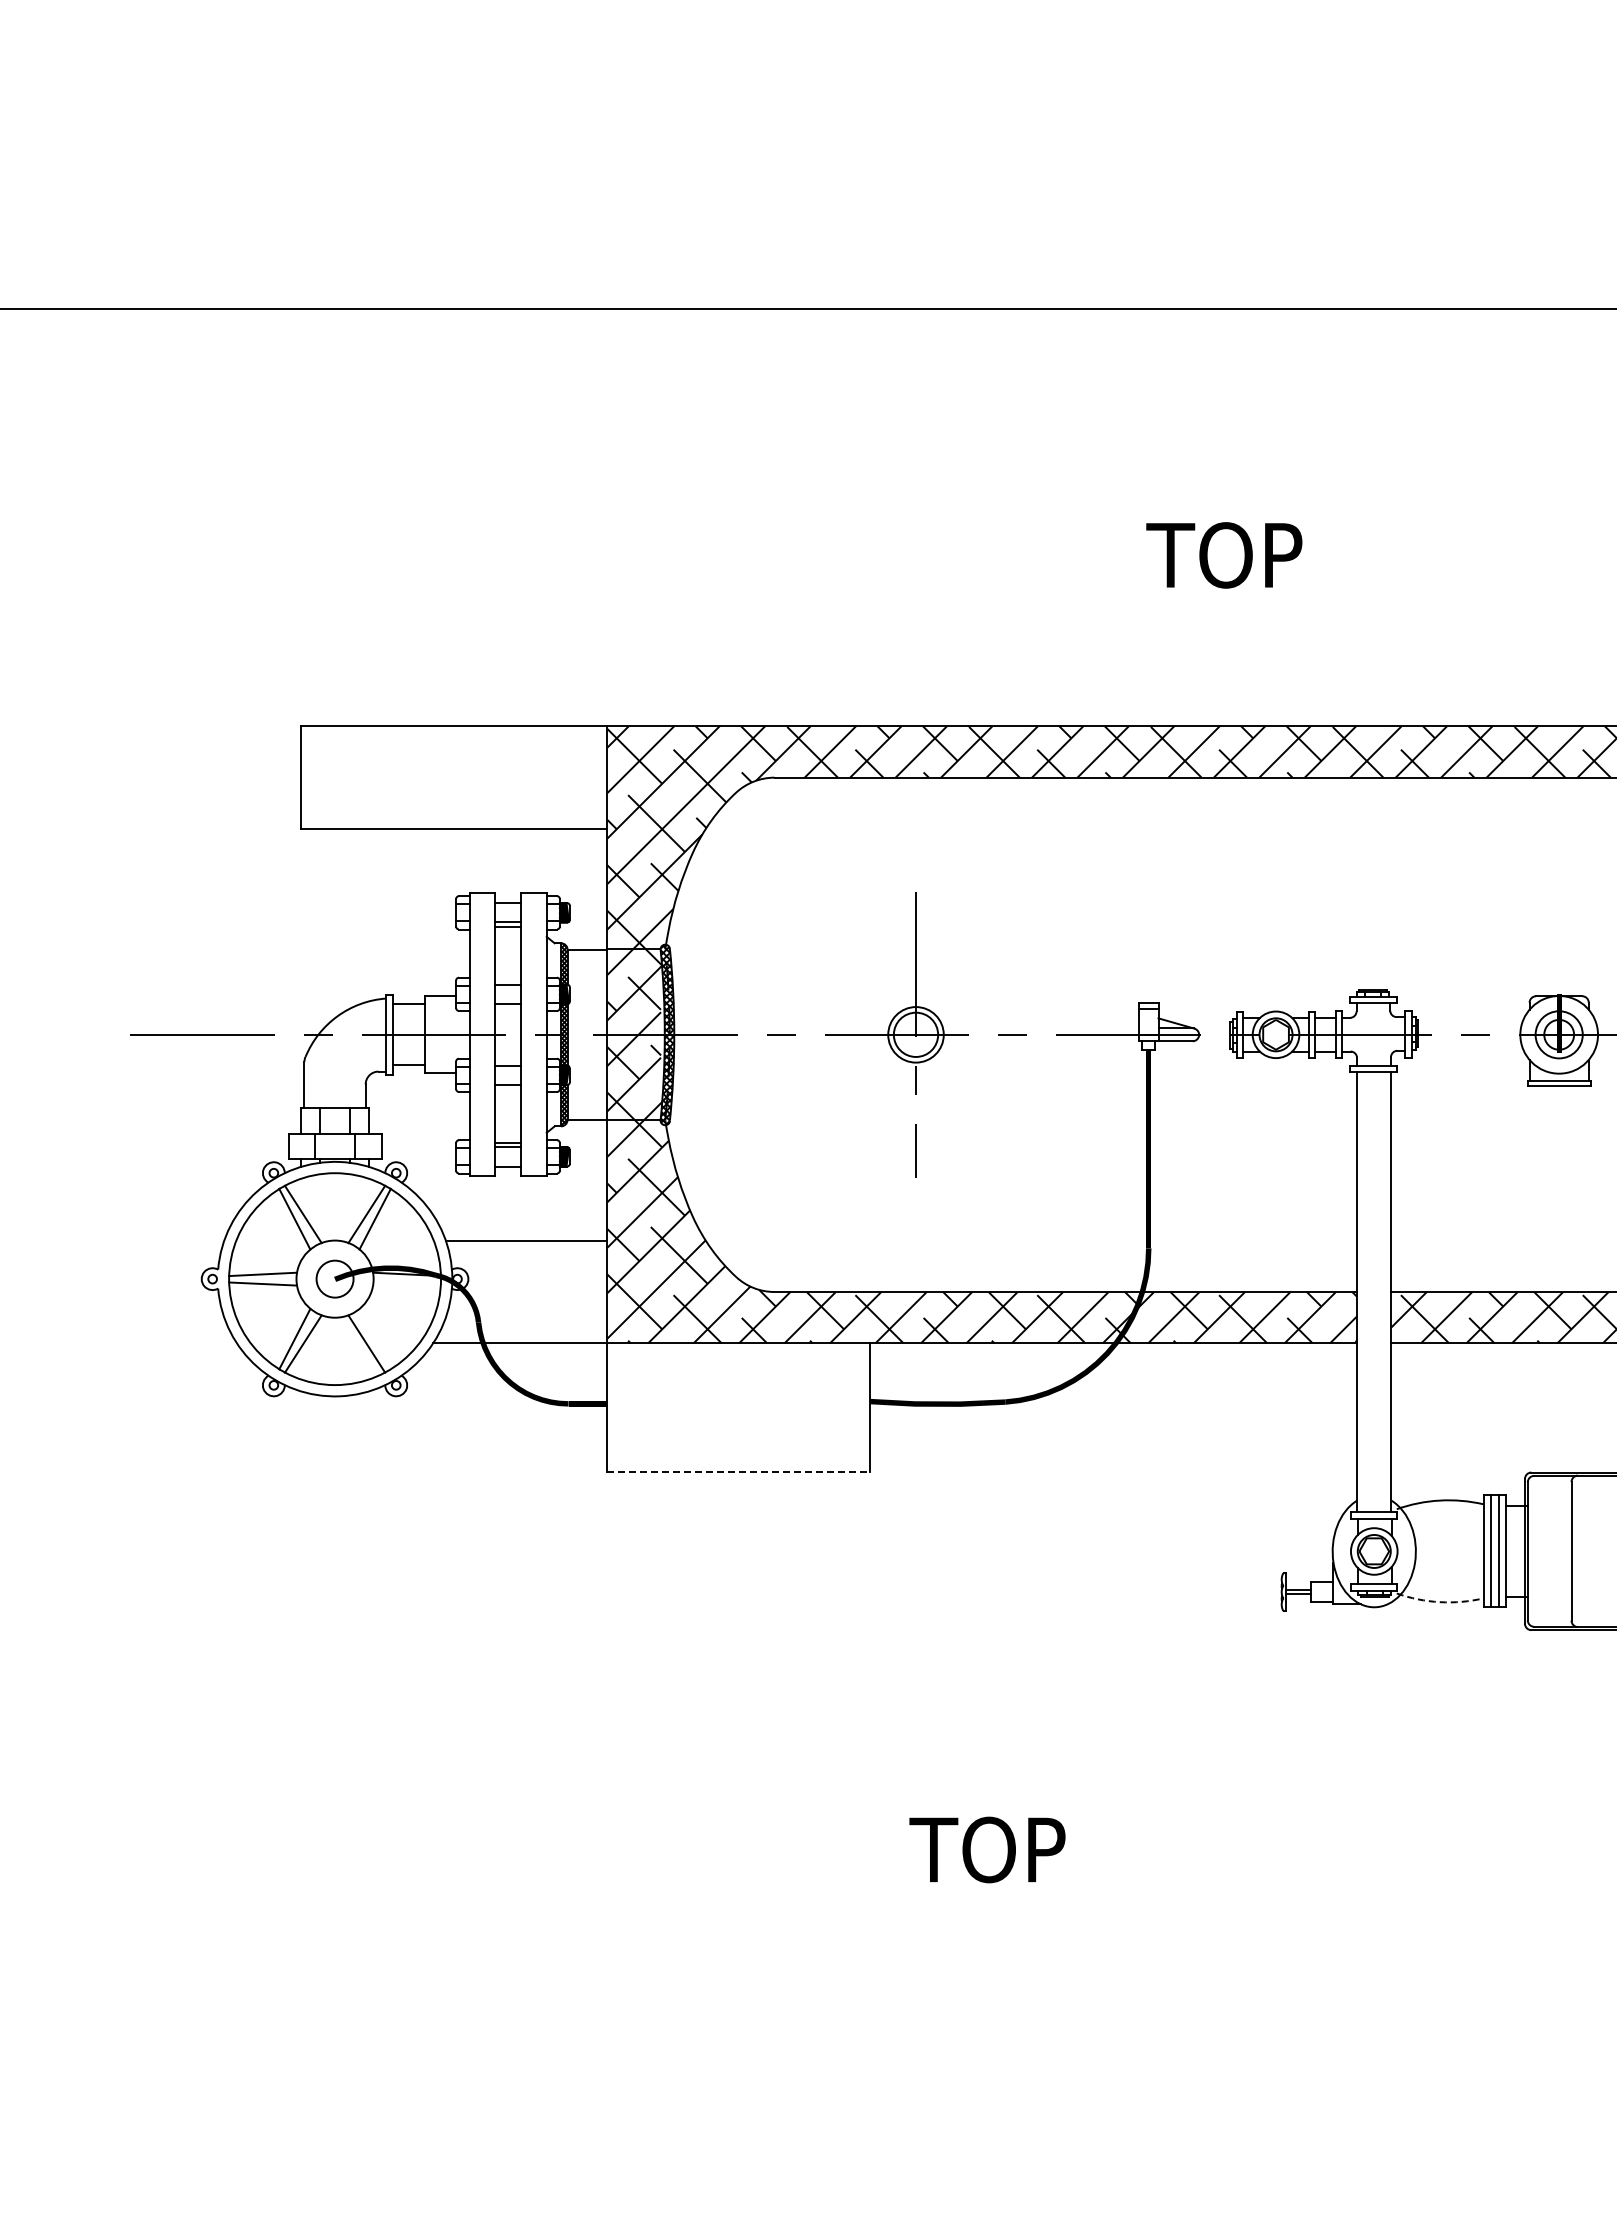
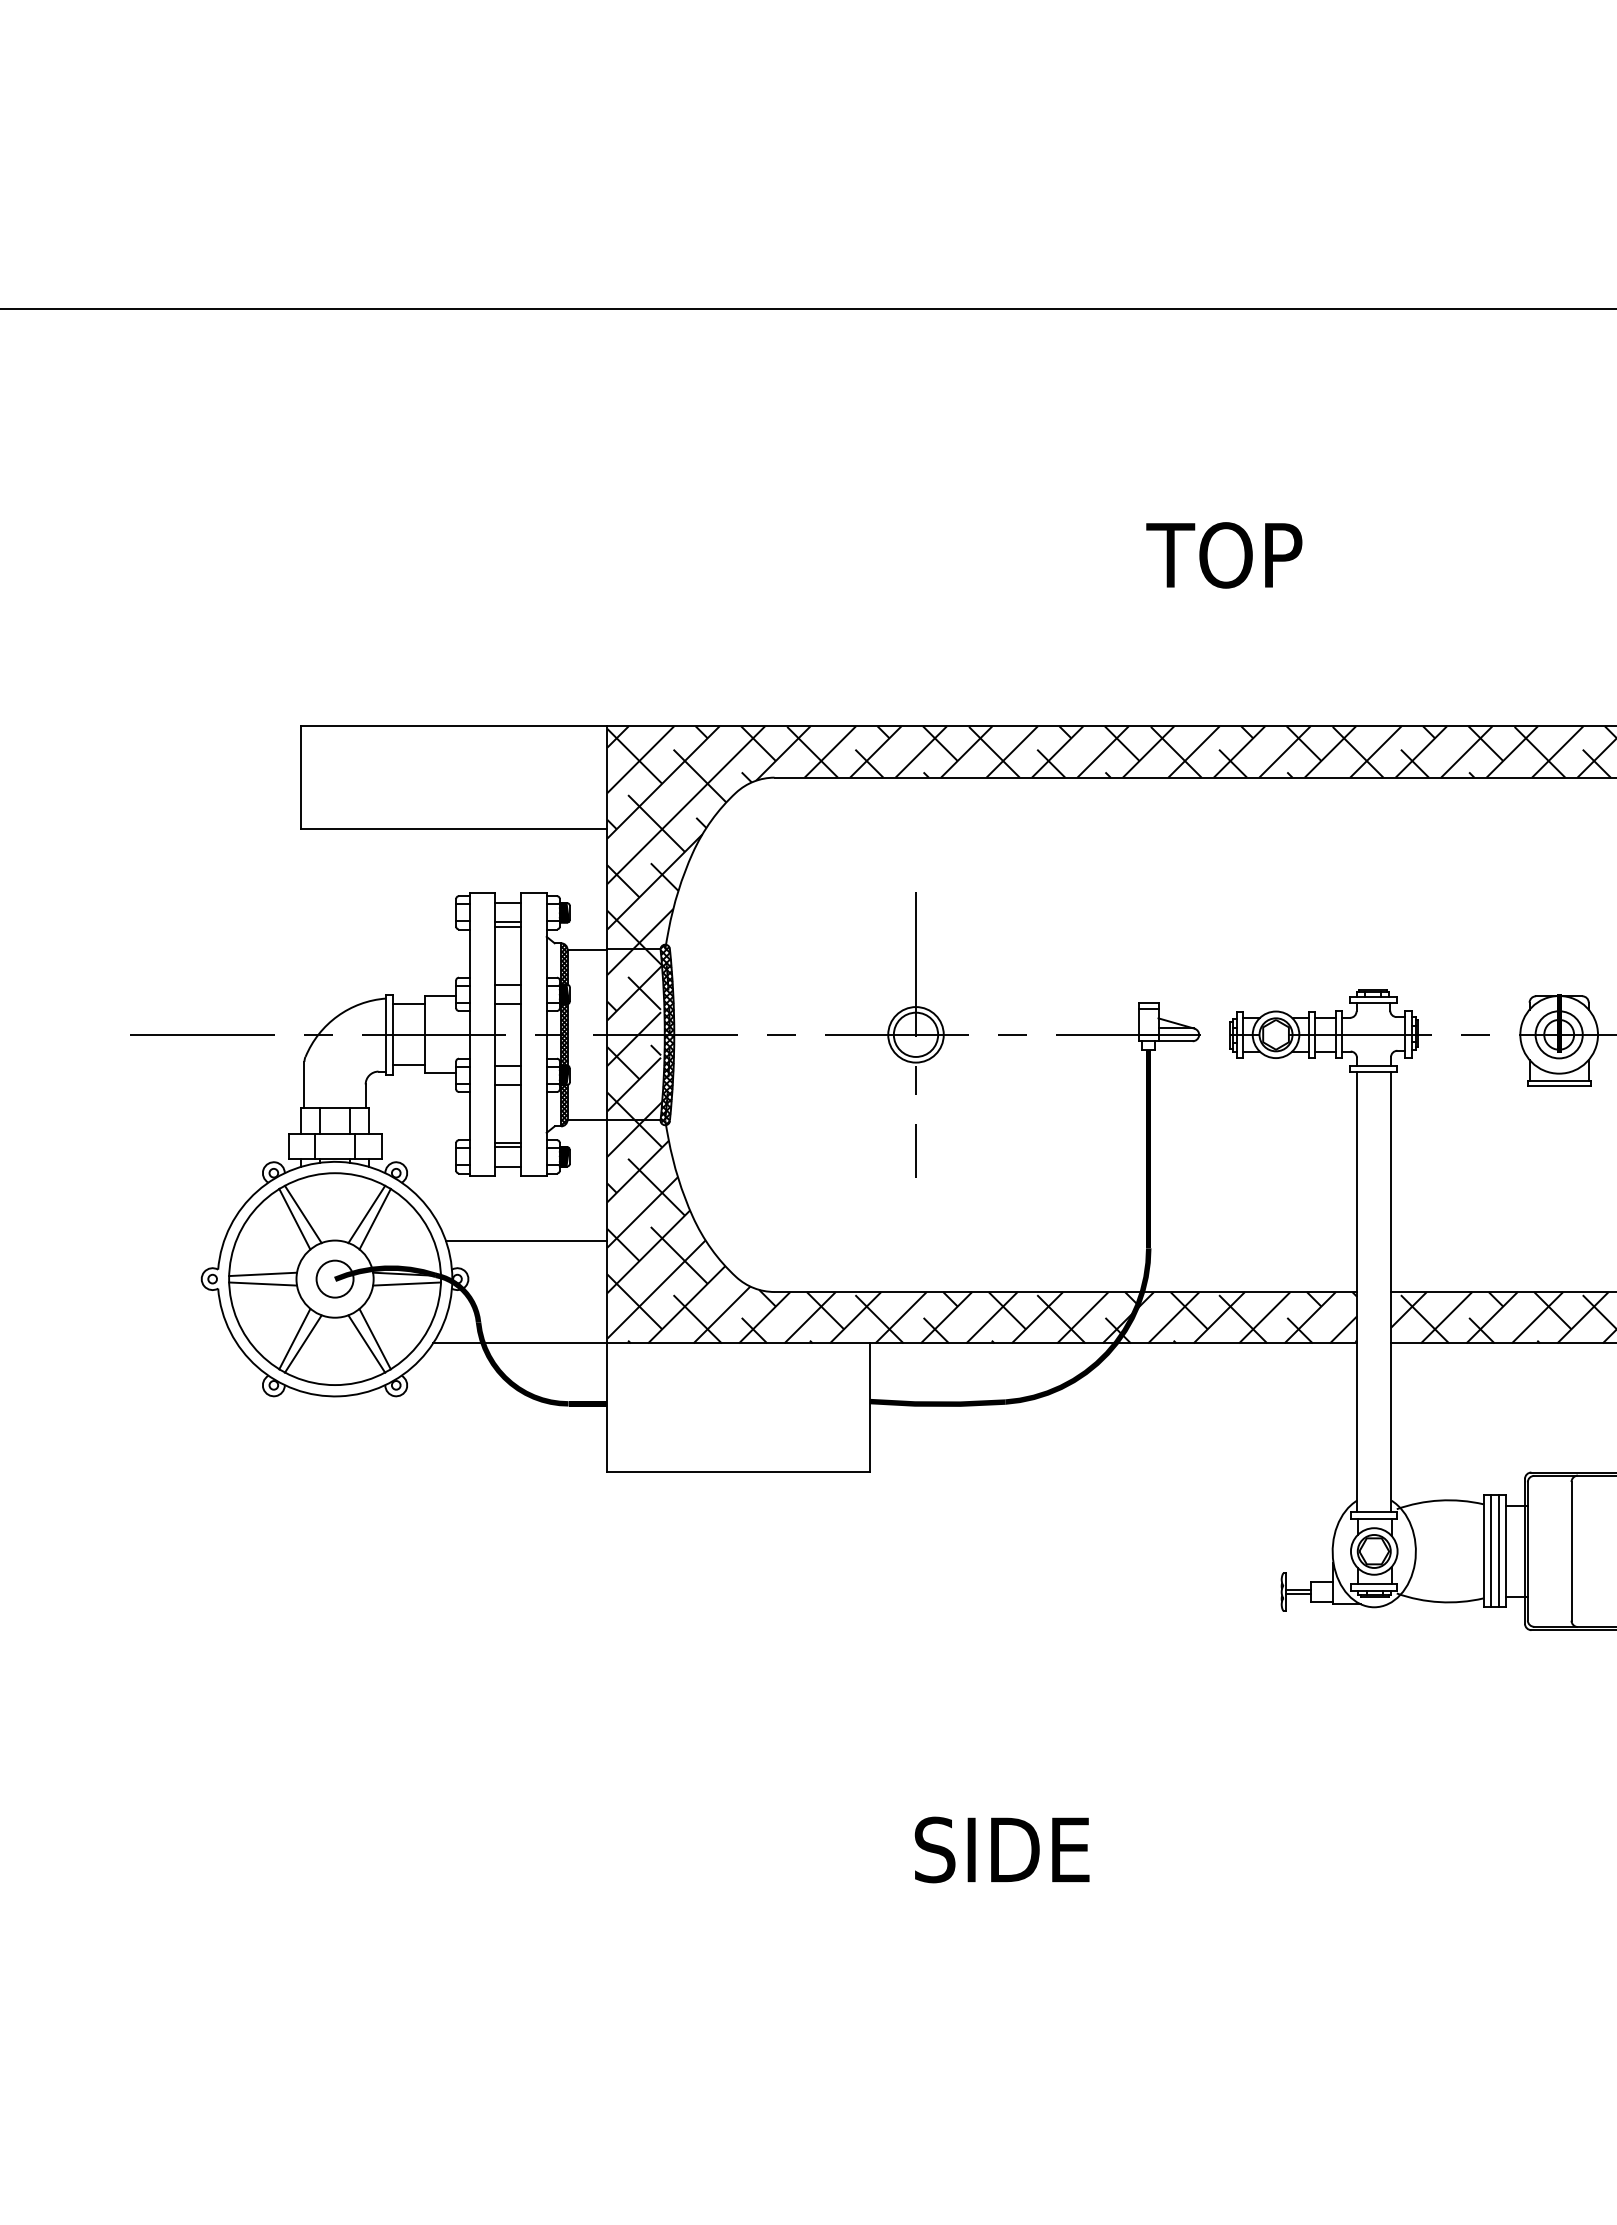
line at (407, 1283): none -> present
line at (374, 1338): none -> present
line at (739, 1472): dashed -> solid
arc at (1439, 1602): dashed -> solid
text at (999, 1849): TOP -> SIDE
